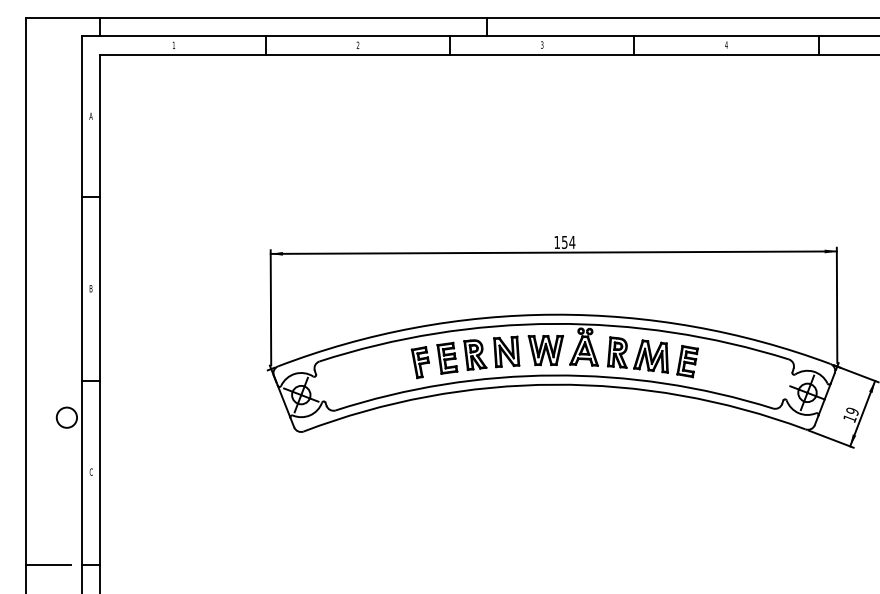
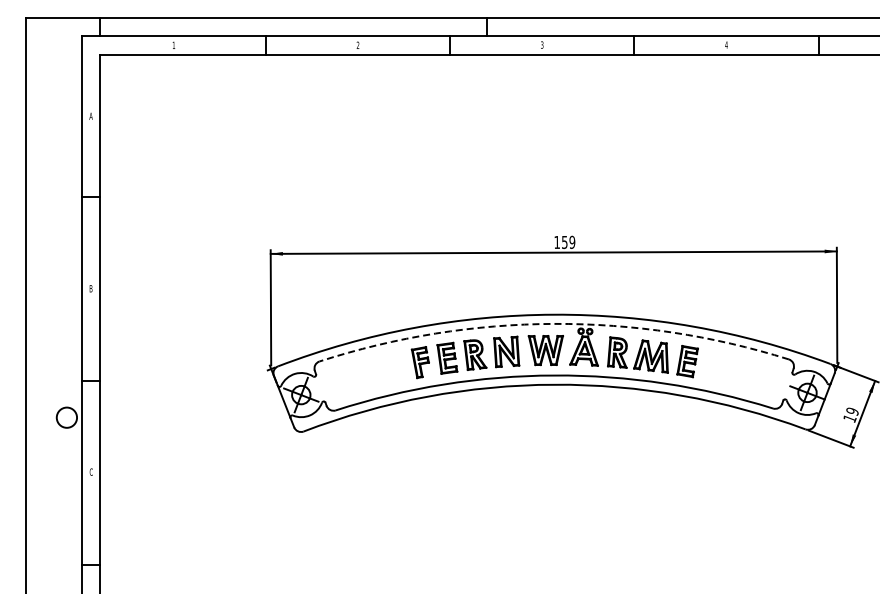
text at (572, 241): 154 -> 159
arc at (554, 323): solid -> dashed
line at (48, 565): present -> none
